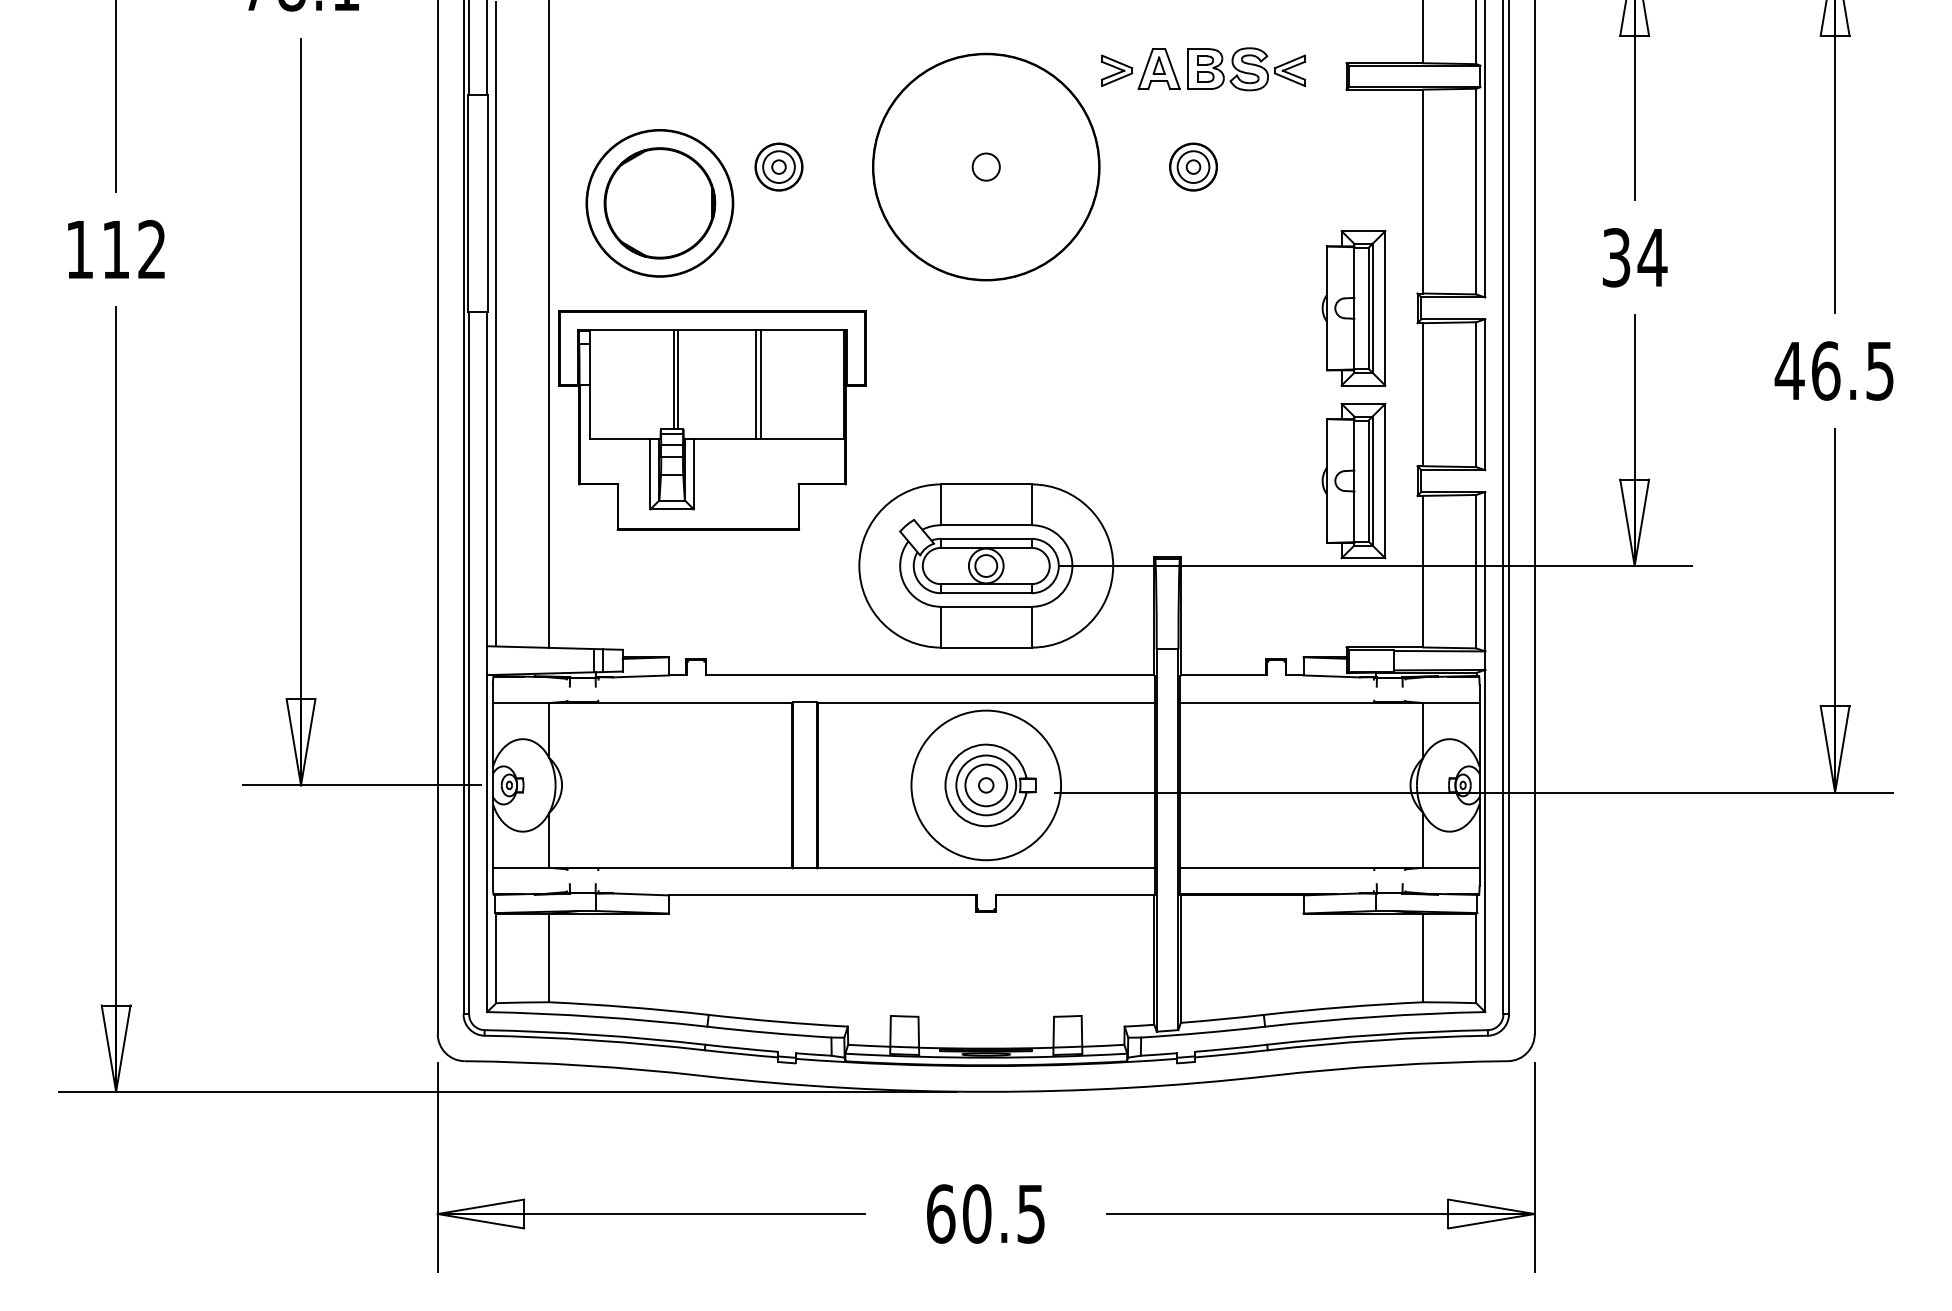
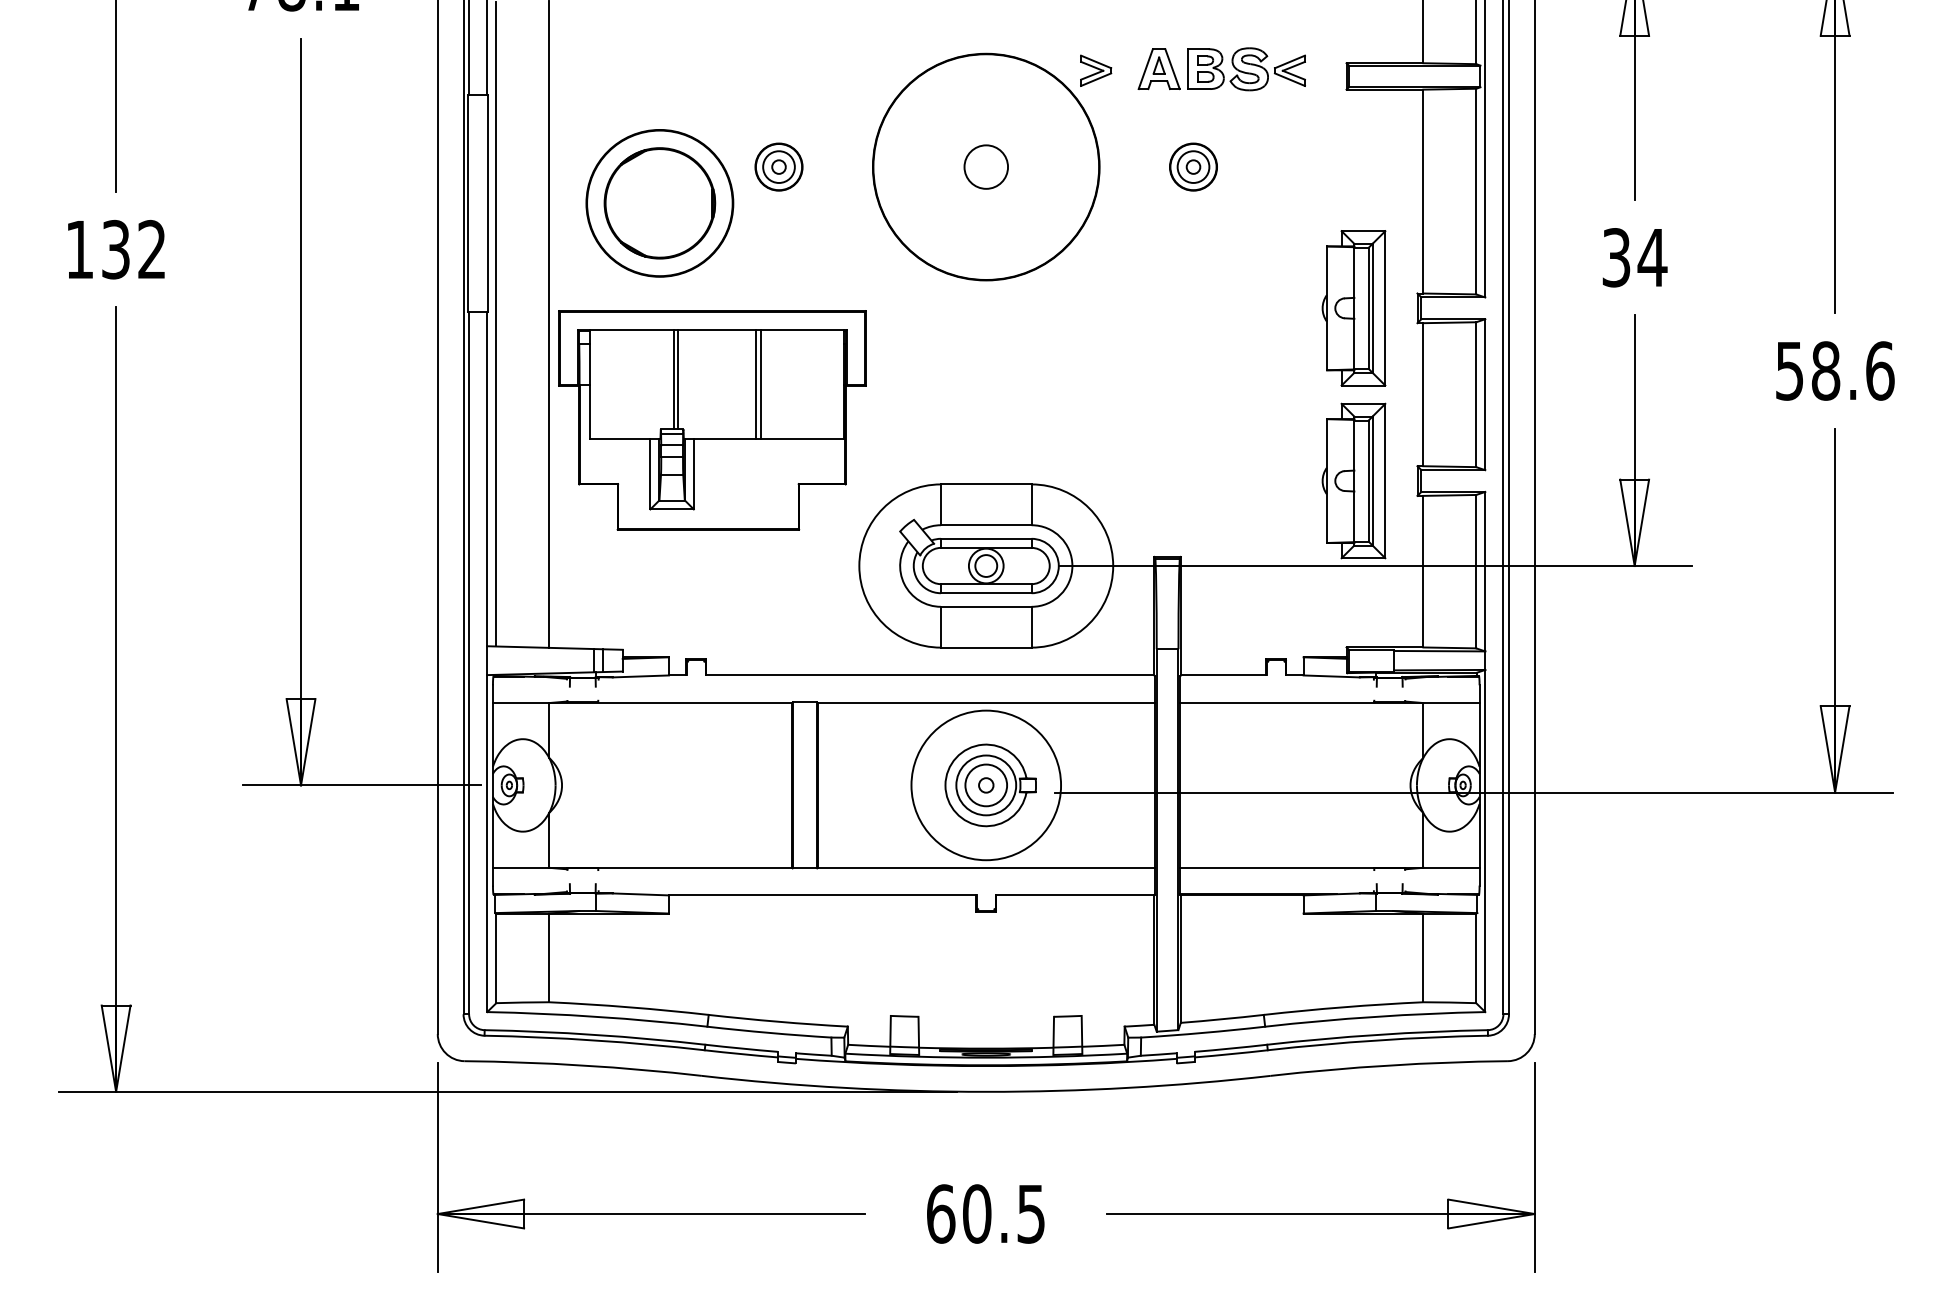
part at (1117, 70) position: (1117, 70) -> (1096, 70)
circle at (985, 166) diameter: 27 px -> 44 px
text at (115, 249): 112 -> 132
text at (1834, 370): 46.5 -> 58.6
